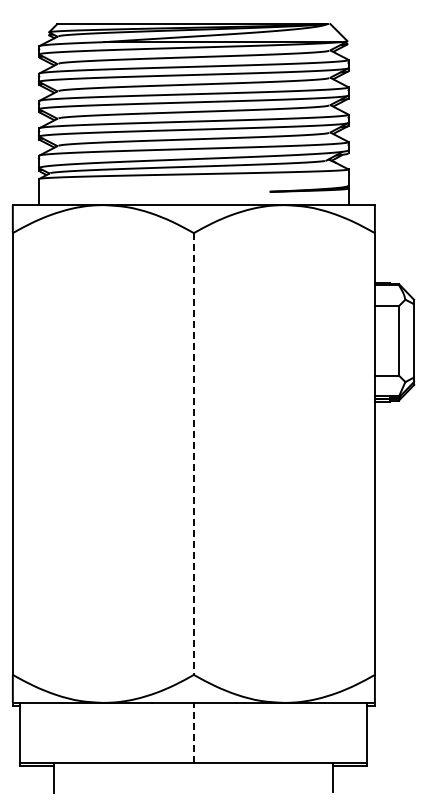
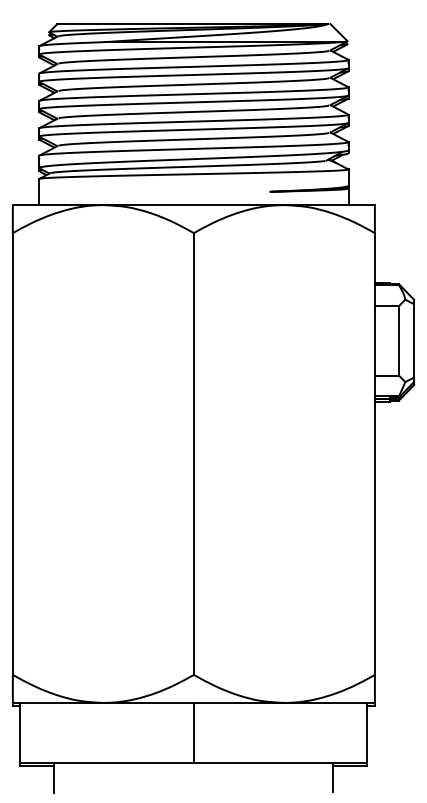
line at (193, 454): dashed -> solid
line at (193, 732): dashed -> solid
